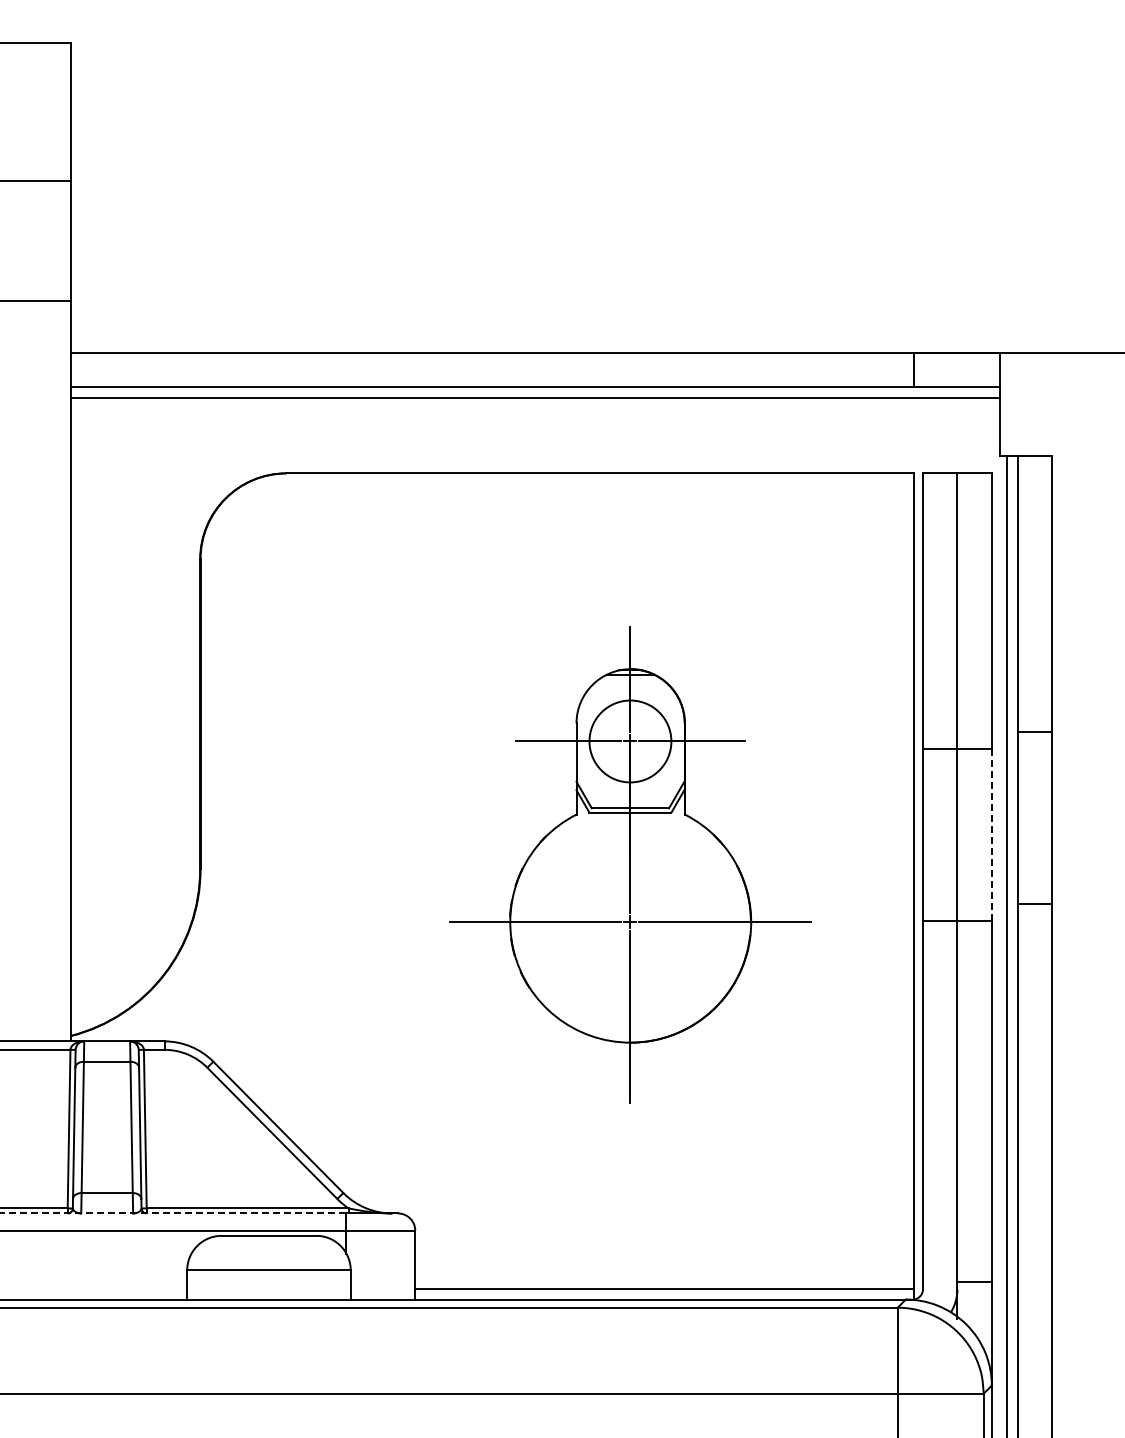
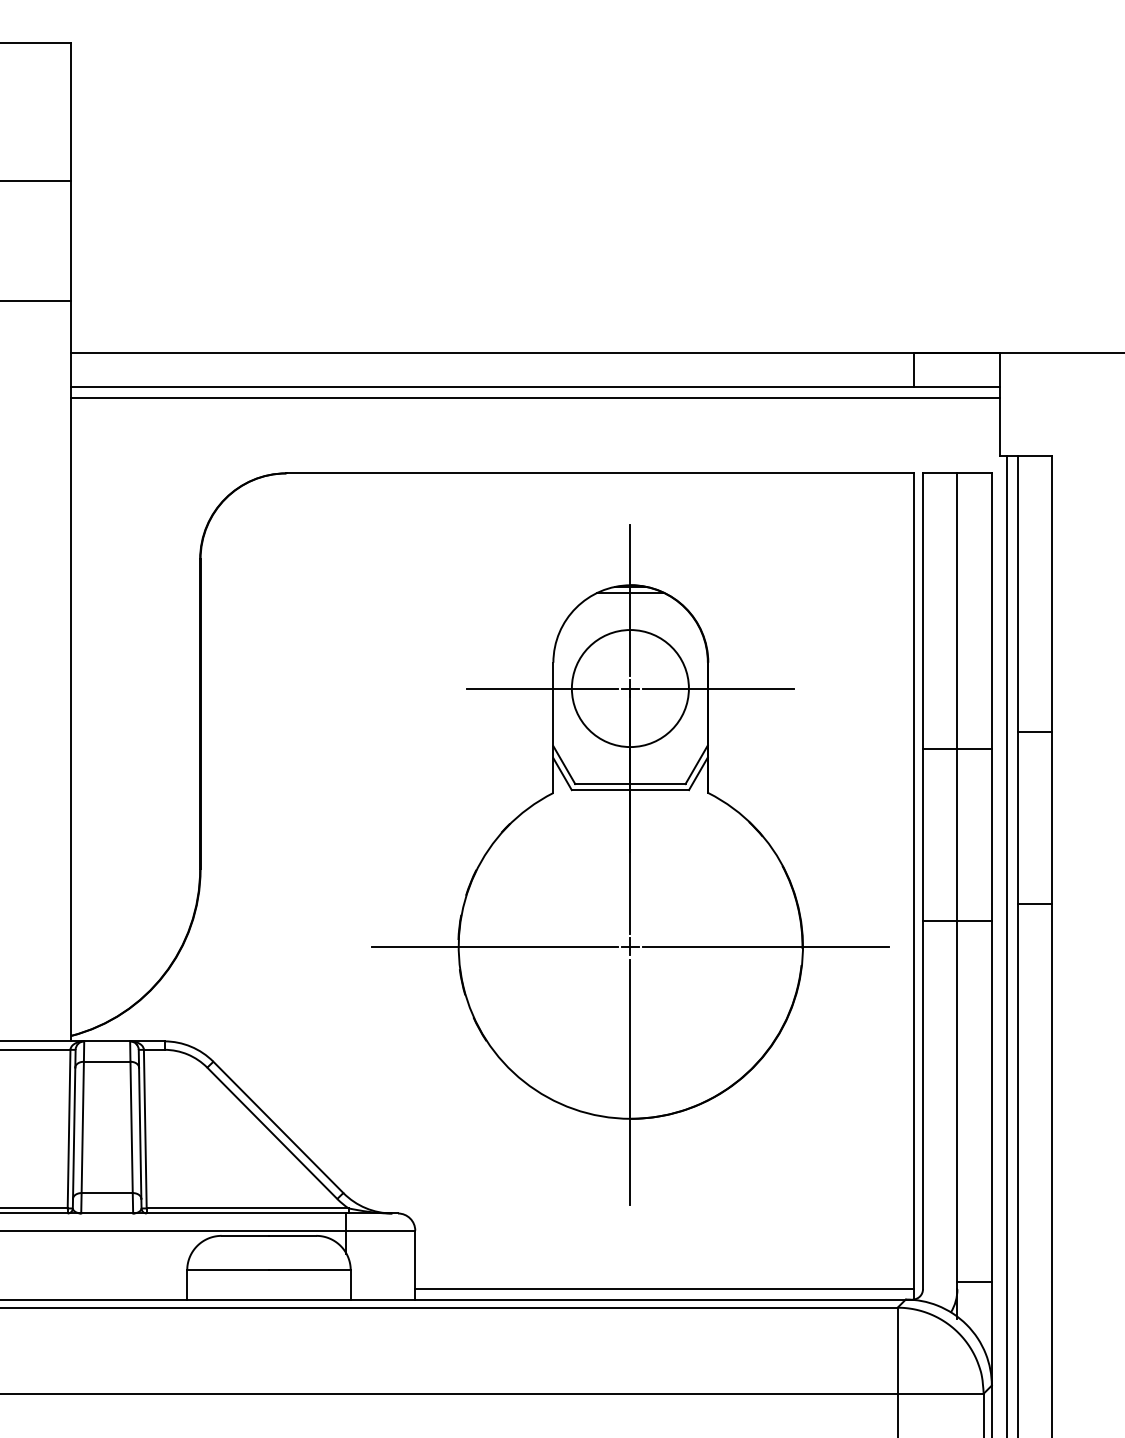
line at (991, 835): dashed -> solid
part at (630, 864) size: 363x478 px -> 519x682 px
line at (173, 1213): dashed -> solid
